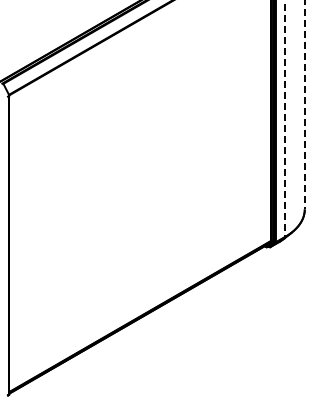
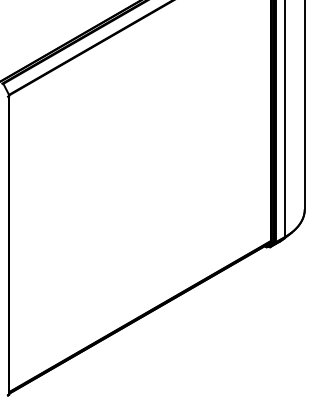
line at (304, 105): dashed -> solid
line at (285, 119): dashed -> solid
